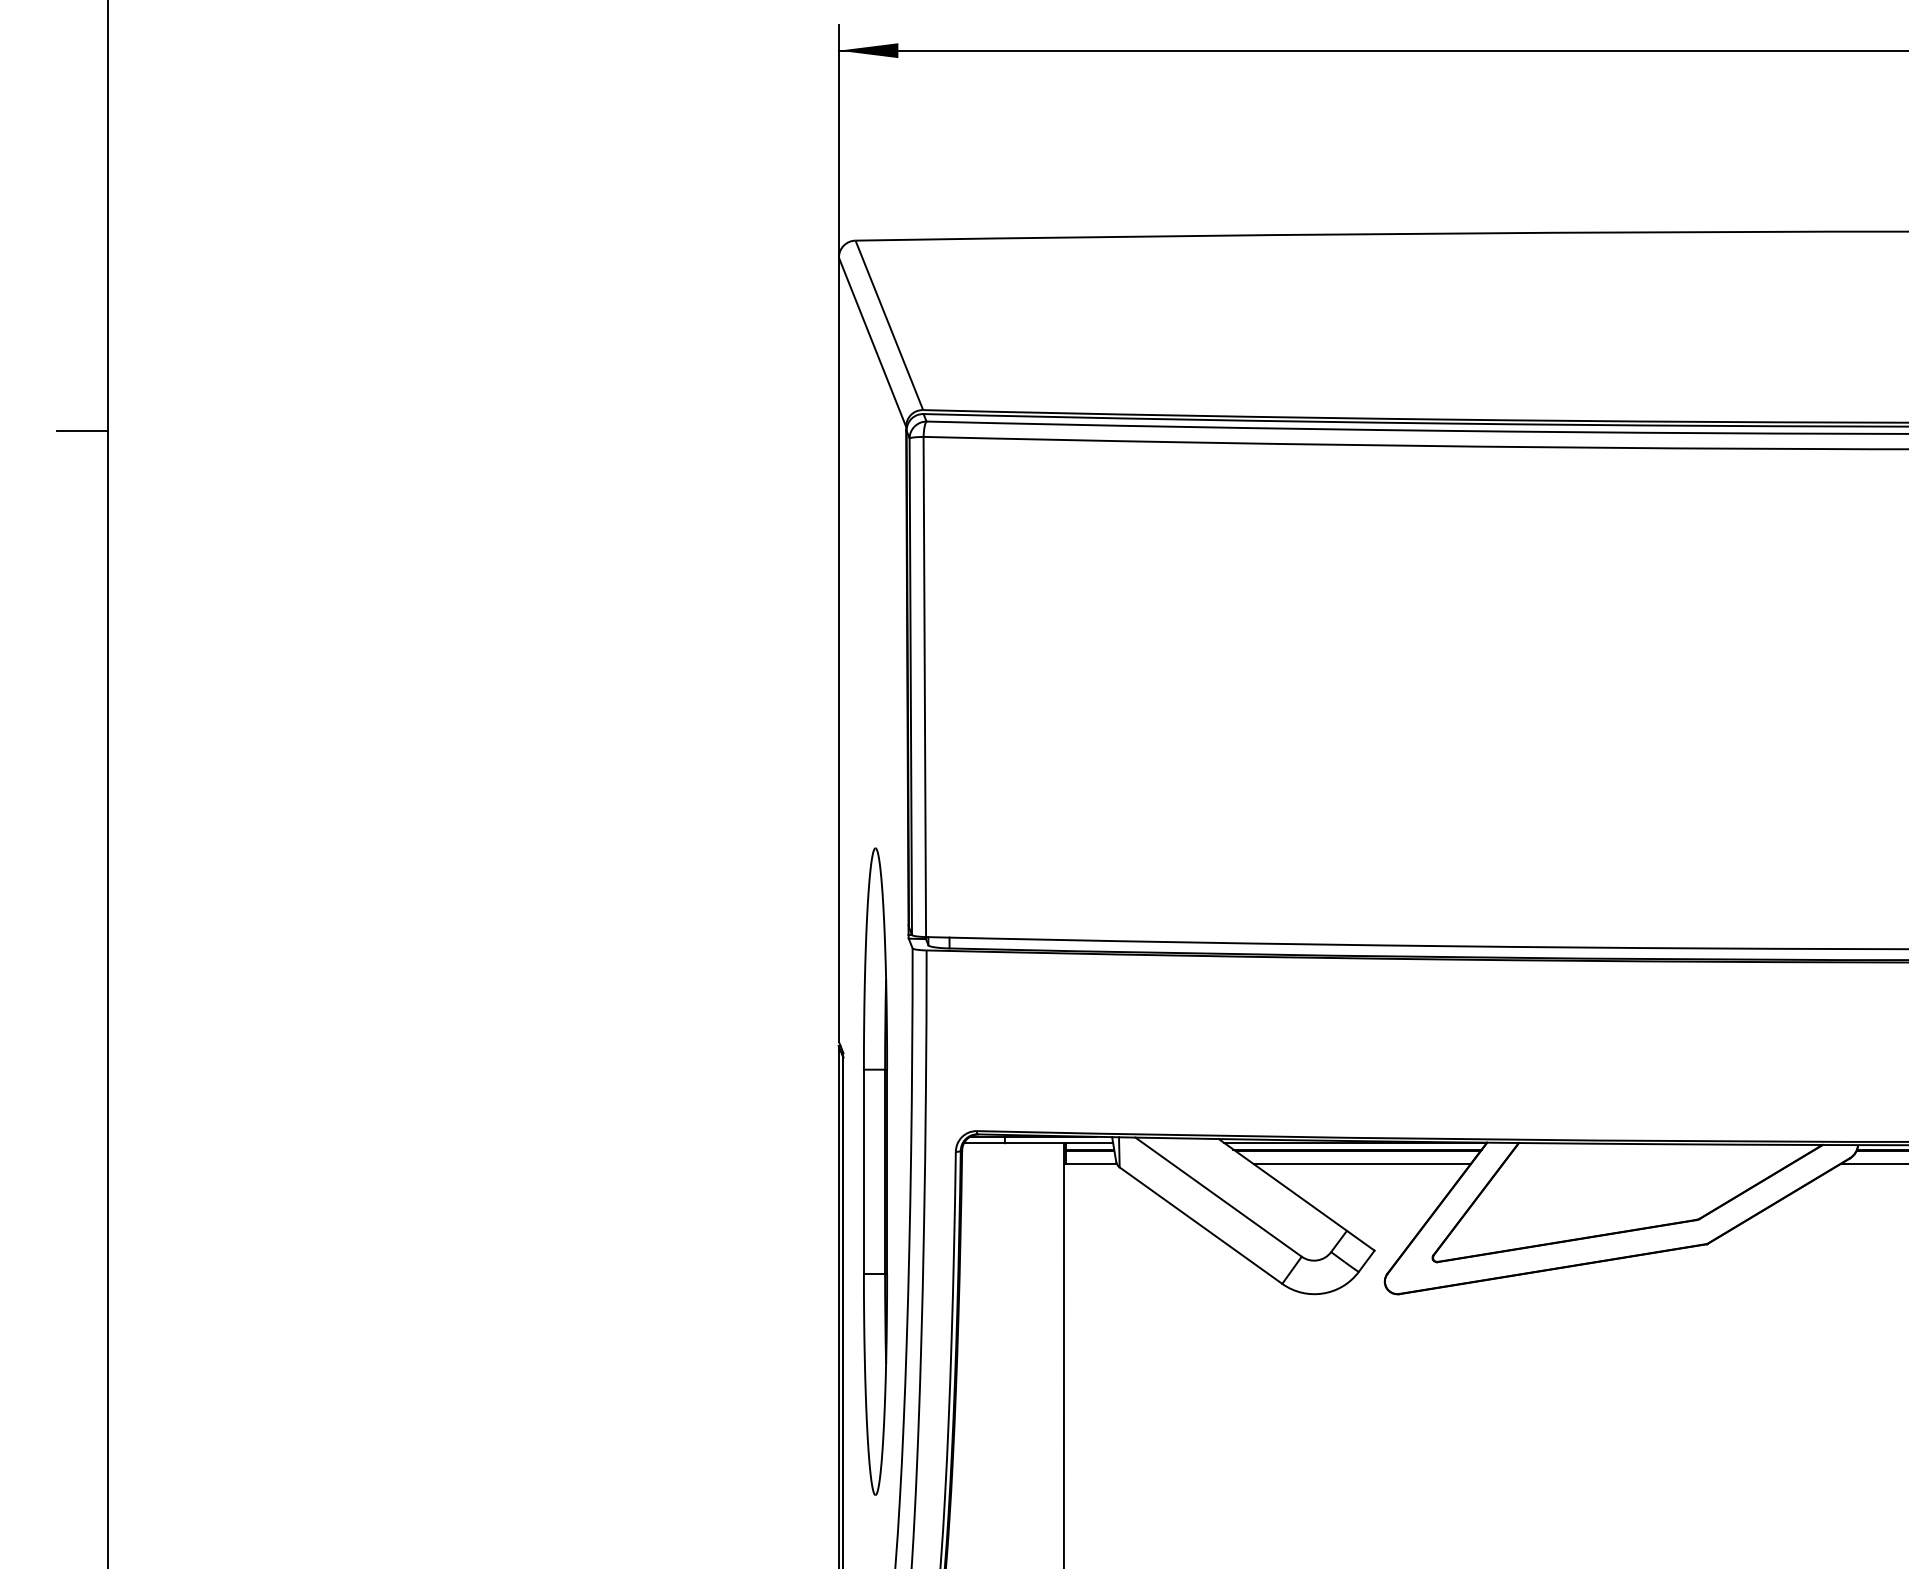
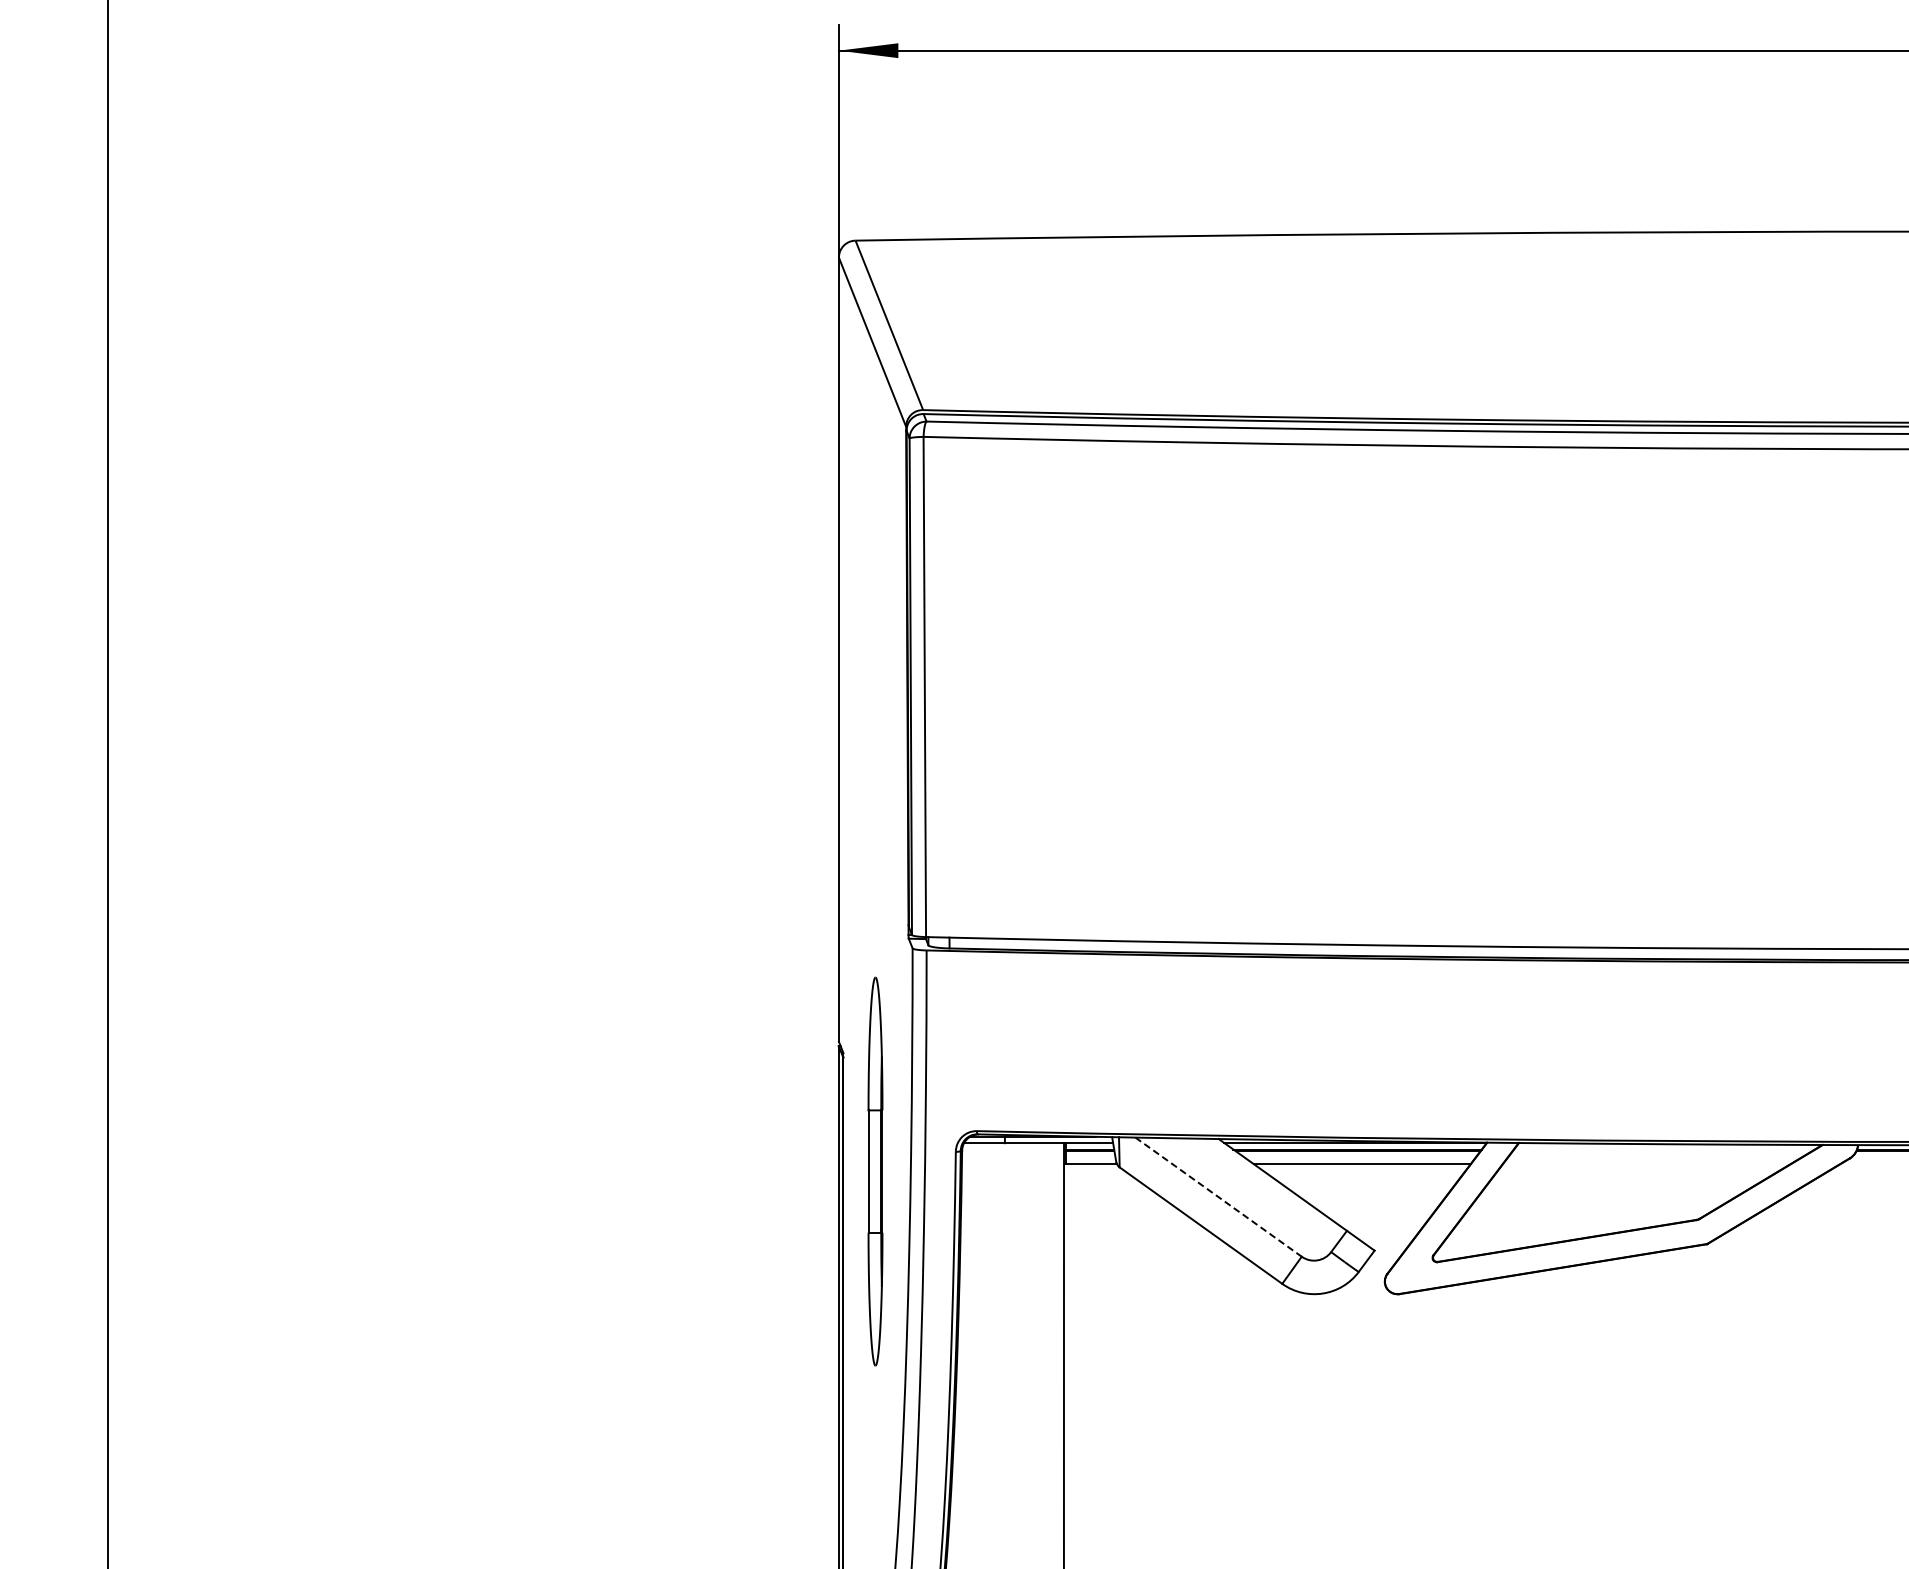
line at (81, 431): present -> none
line at (1872, 1164): present -> none
part at (875, 1171) size: 25x649 px -> 17x391 px
line at (1218, 1197): solid -> dashed
